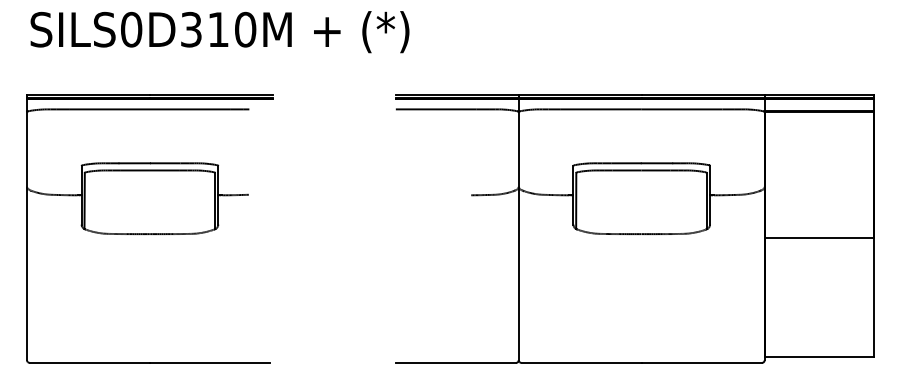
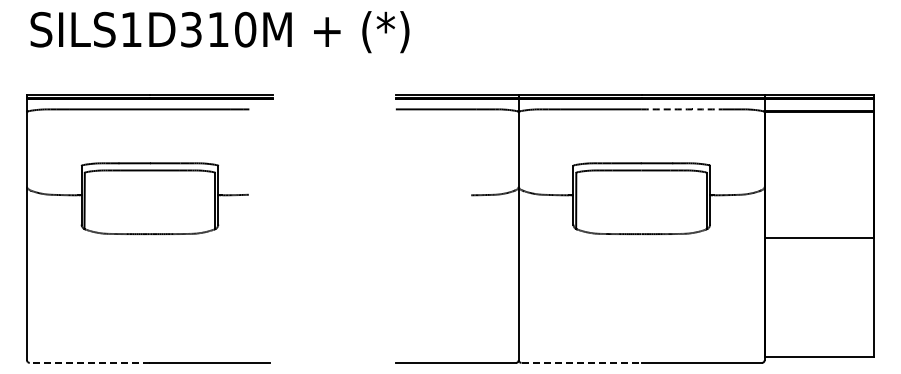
text at (131, 29): SILS0D310M -> SILS1D310M
arc at (682, 109): solid -> dashed
line at (89, 362): solid -> dashed
line at (582, 362): solid -> dashed
